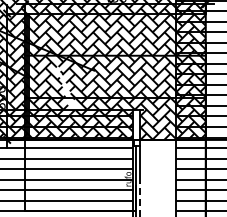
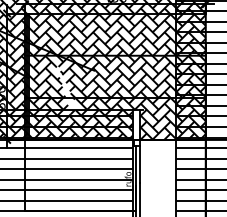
line at (140, 199): dashed -> solid
